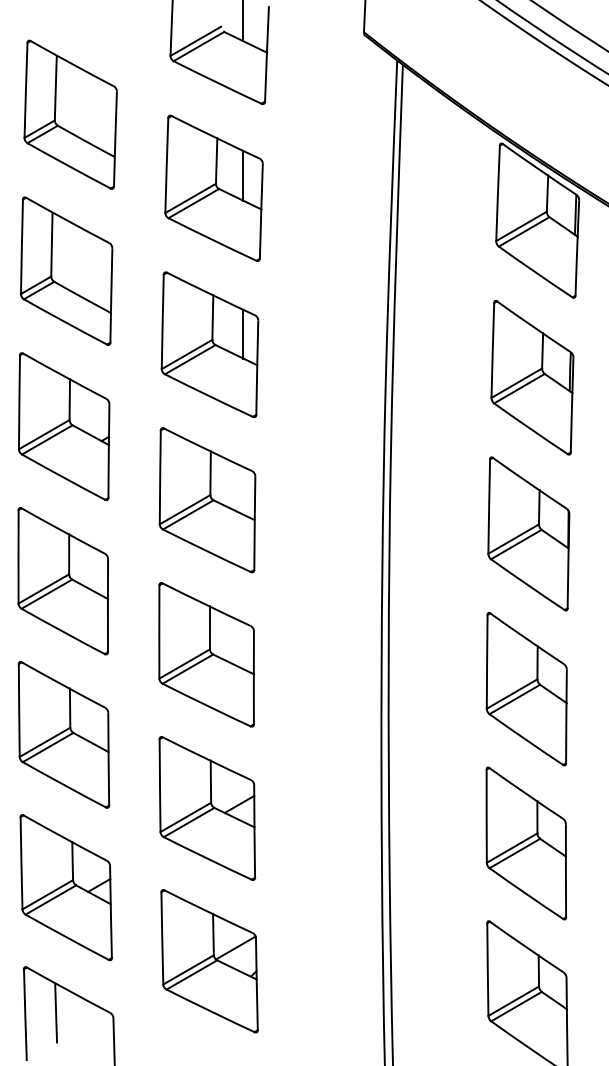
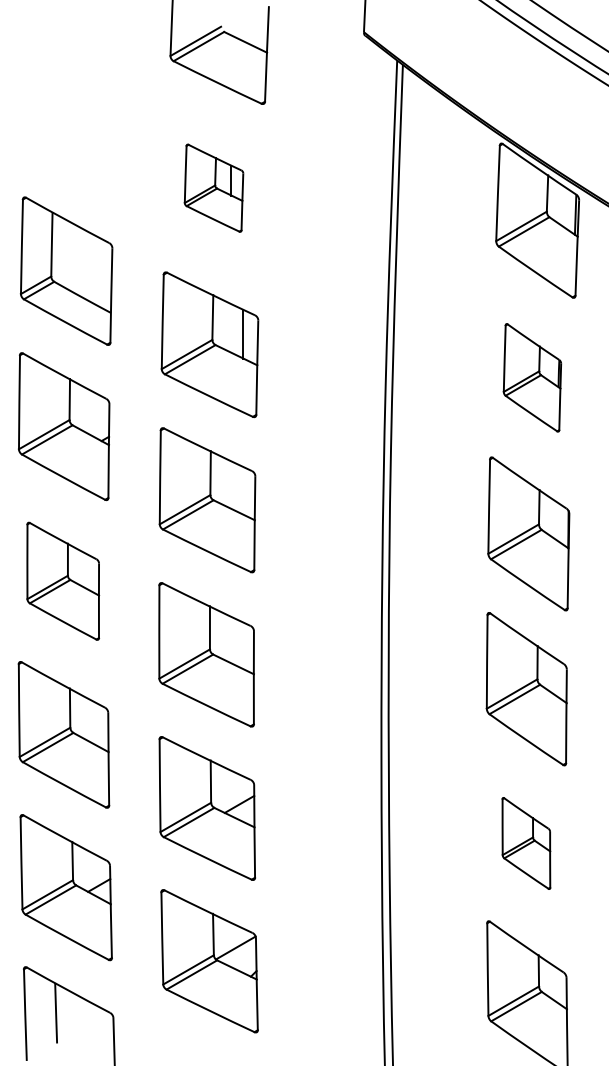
line at (243, 21): present -> none
part at (70, 114): present -> none
part at (213, 187) size: 100x148 px -> 62x90 px
part at (532, 377) size: 85x156 px -> 61x110 px
part at (62, 581) size: 92x149 px -> 75x120 px
part at (526, 843) size: 83x155 px -> 51x93 px
